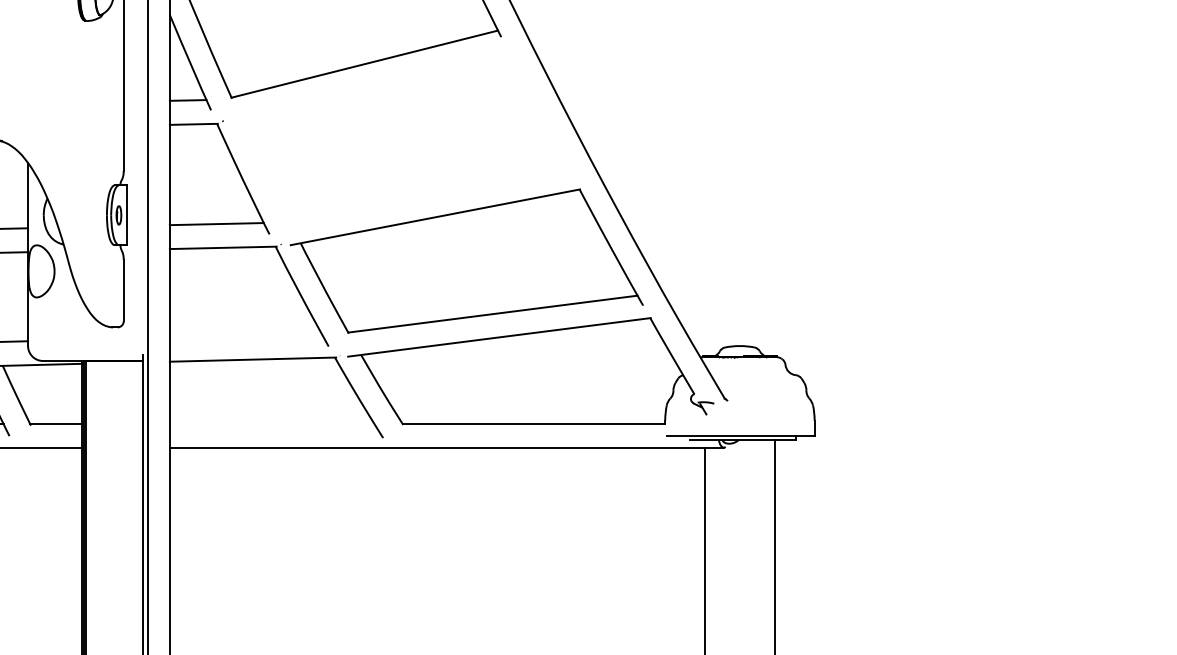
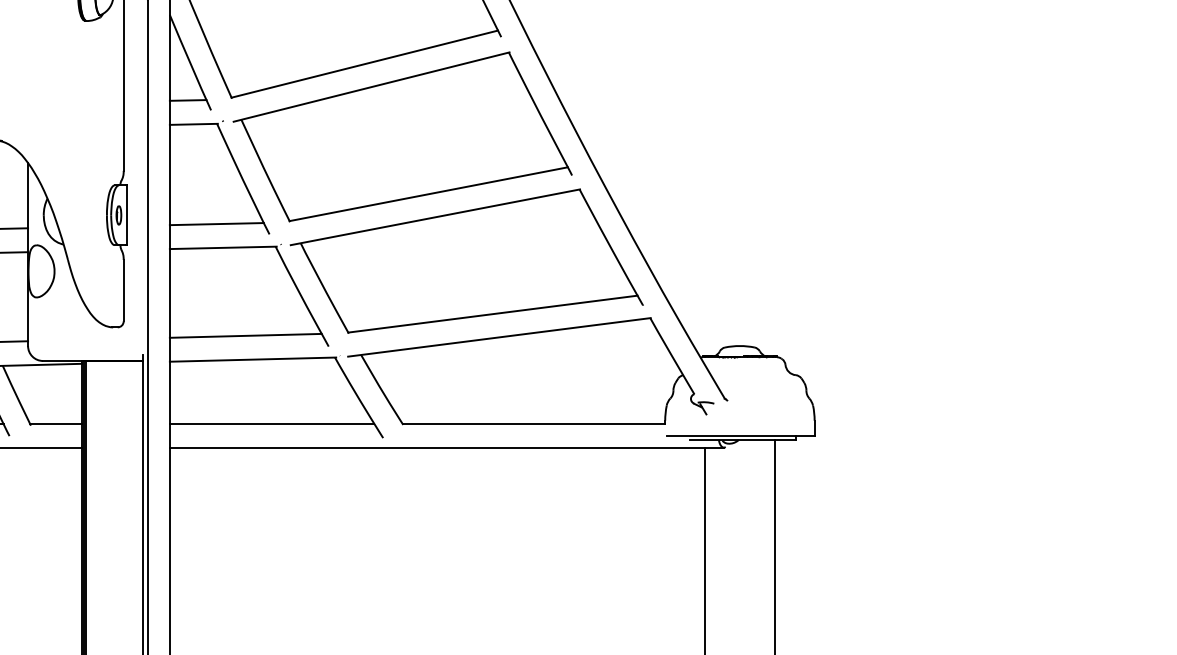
part at (402, 136): none -> present
line at (245, 335): none -> present
line at (271, 423): none -> present
